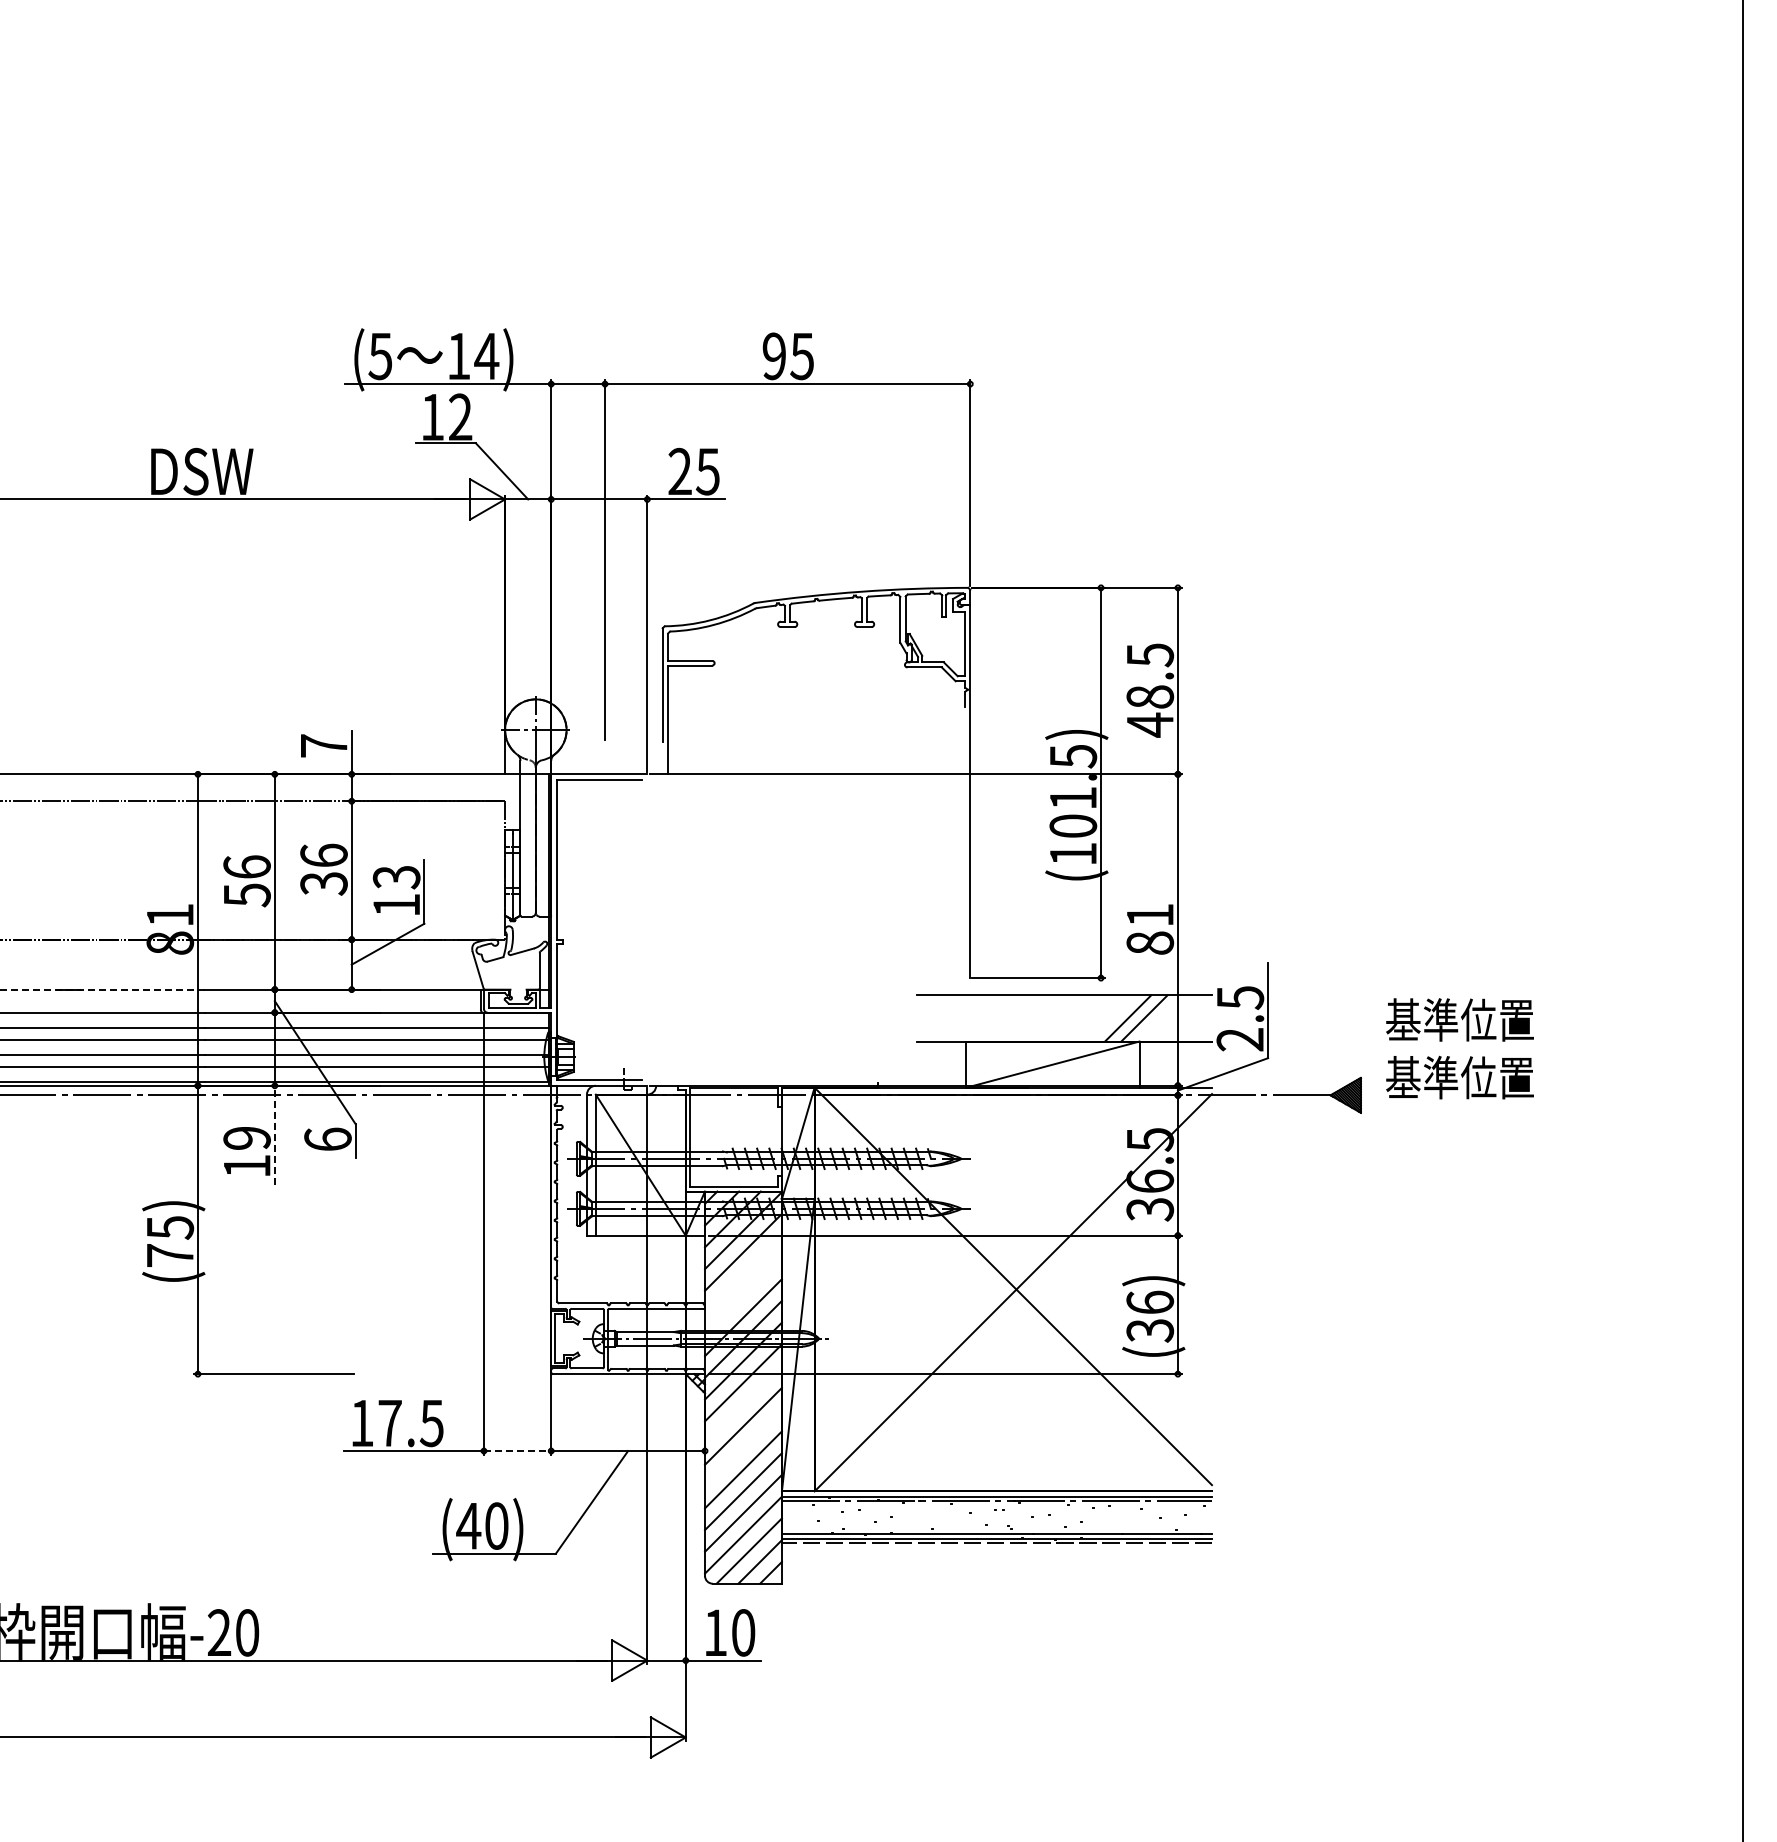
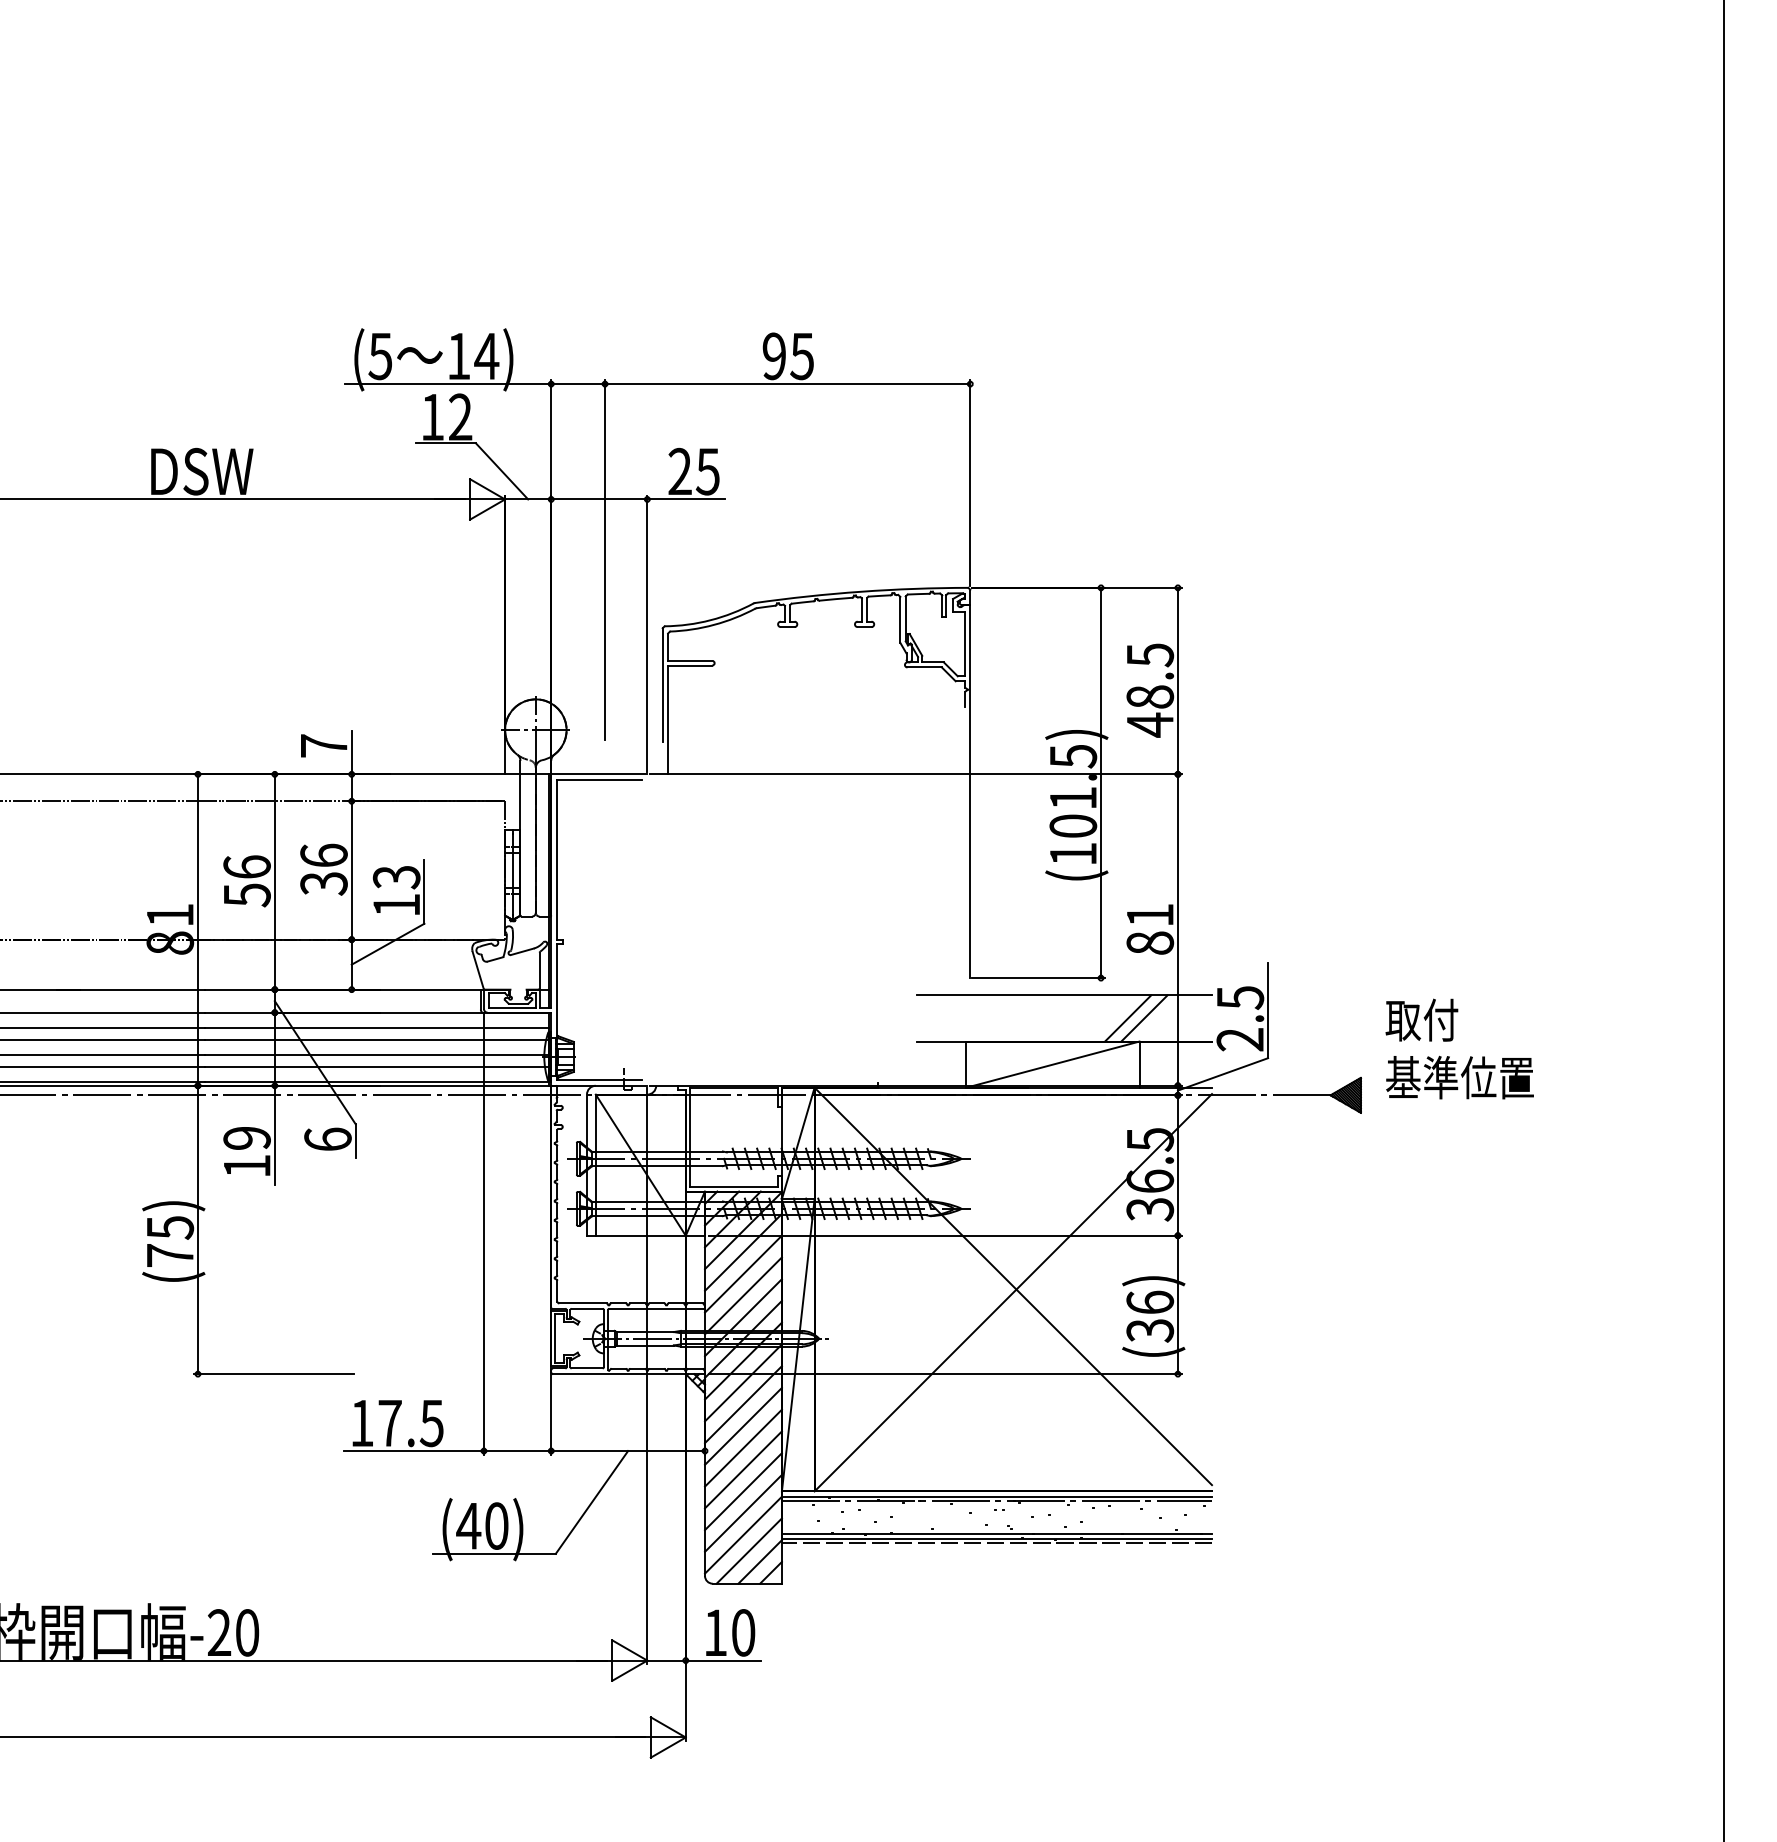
line at (1742, 920) position: (1742, 920) -> (1723, 920)
line at (102, 989): dashed -> solid
text at (1459, 1019): 基準位置 -> 取付
line at (274, 1134): dashed -> solid
line at (743, 1273): none -> present
line at (743, 1295): none -> present
line at (743, 1404): none -> present
line at (743, 1447): none -> present
line at (517, 1451): dashed -> solid
